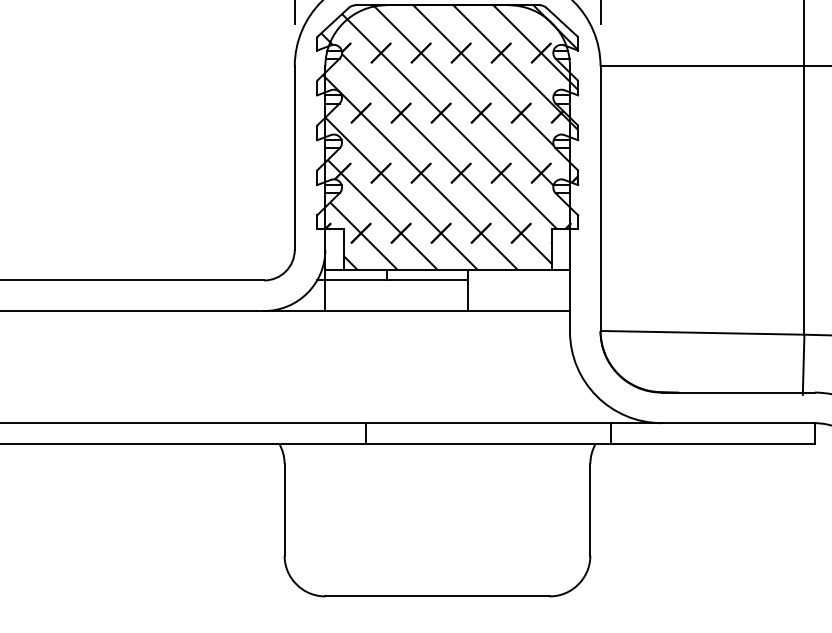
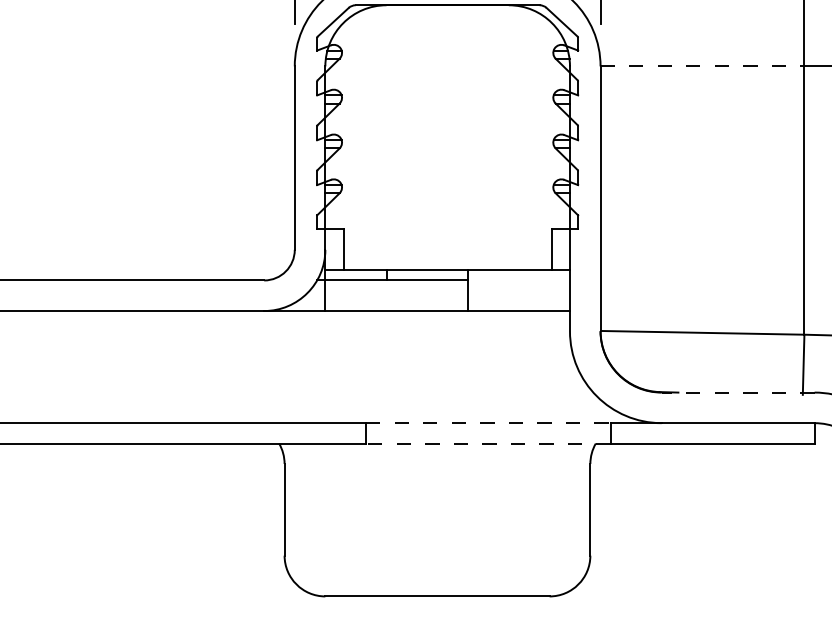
line at (702, 66): solid -> dashed
hatch at (449, 137): present -> none
line at (737, 392): solid -> dashed
line at (488, 423): solid -> dashed
line at (487, 443): solid -> dashed
